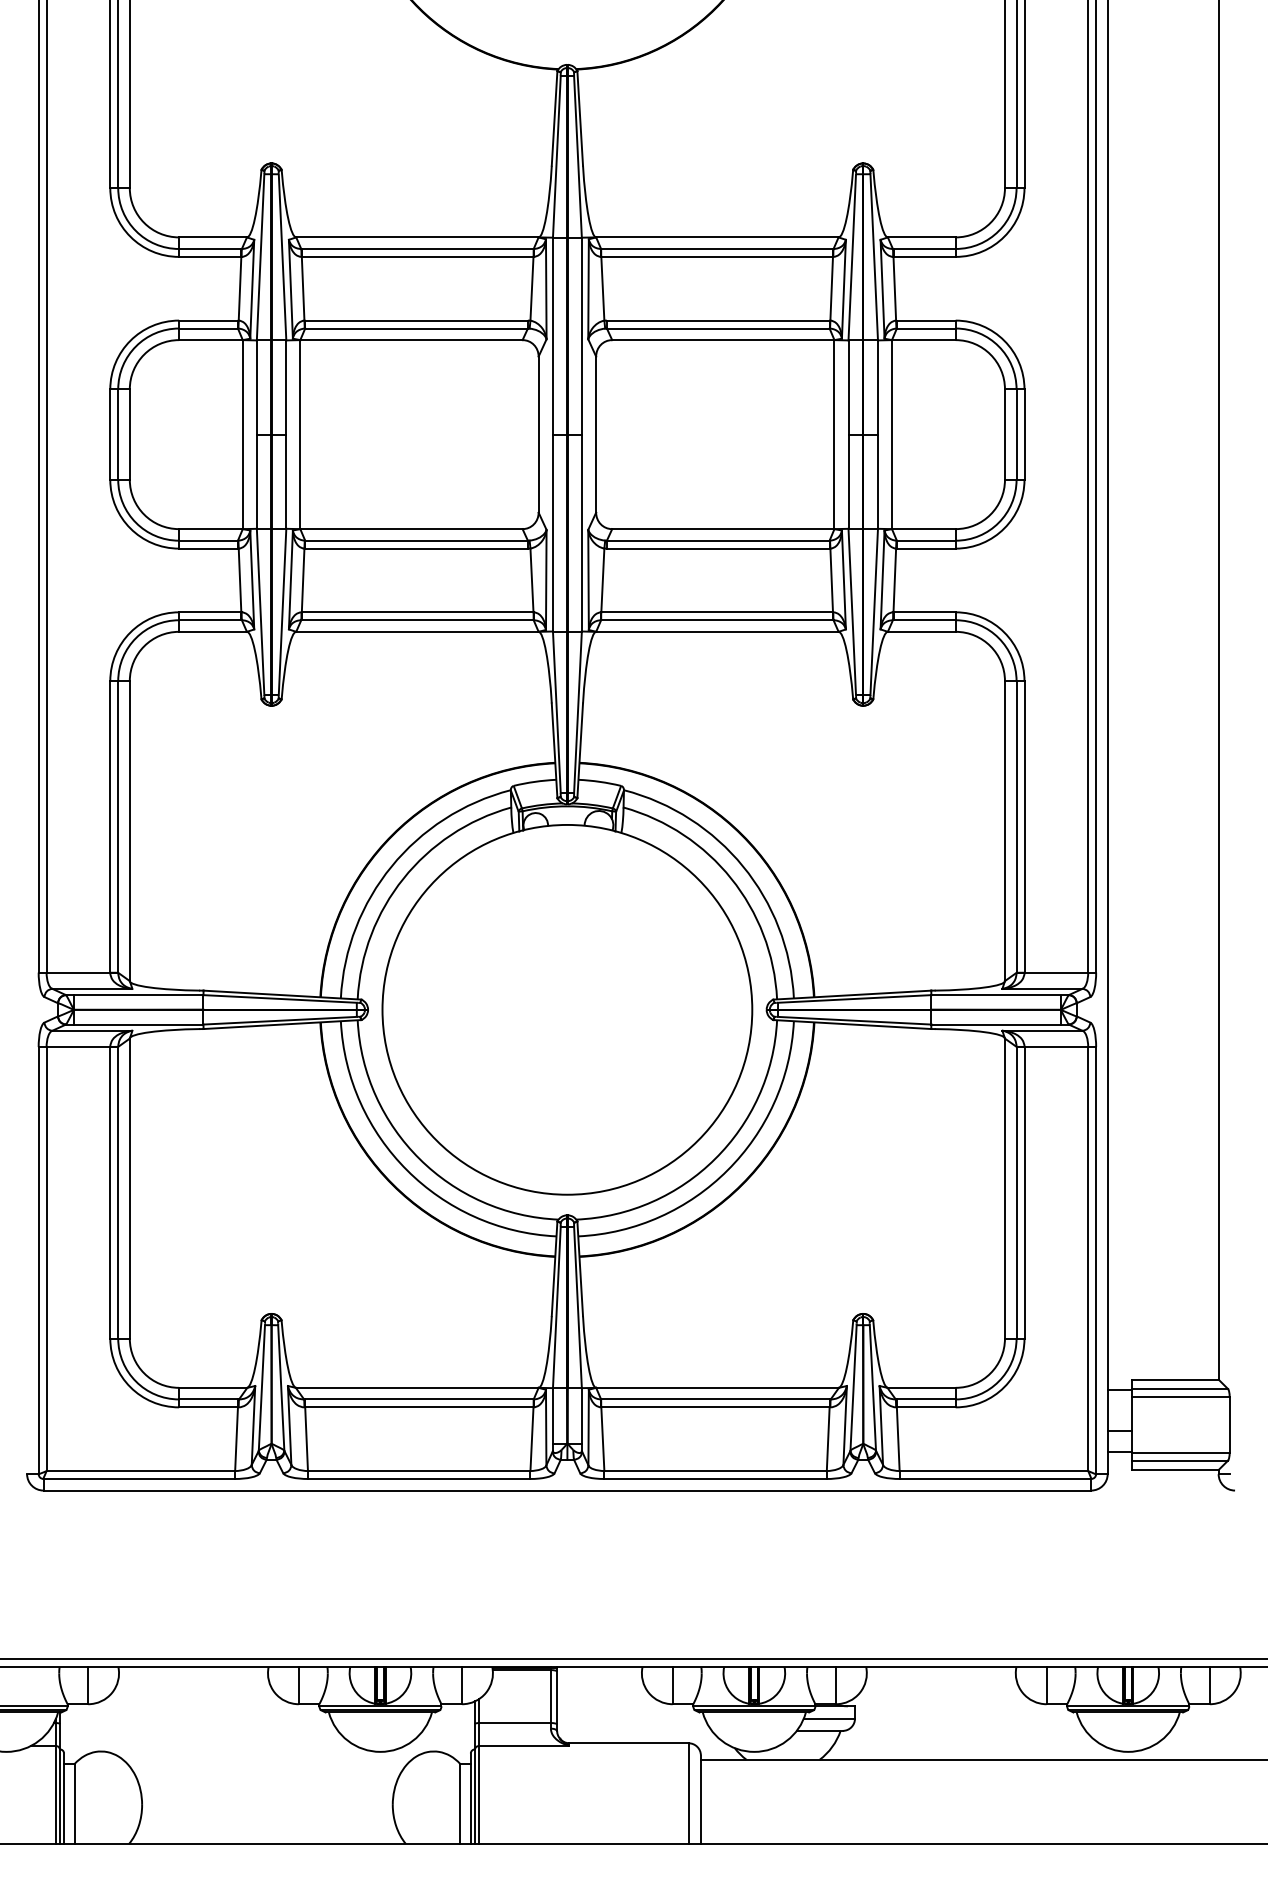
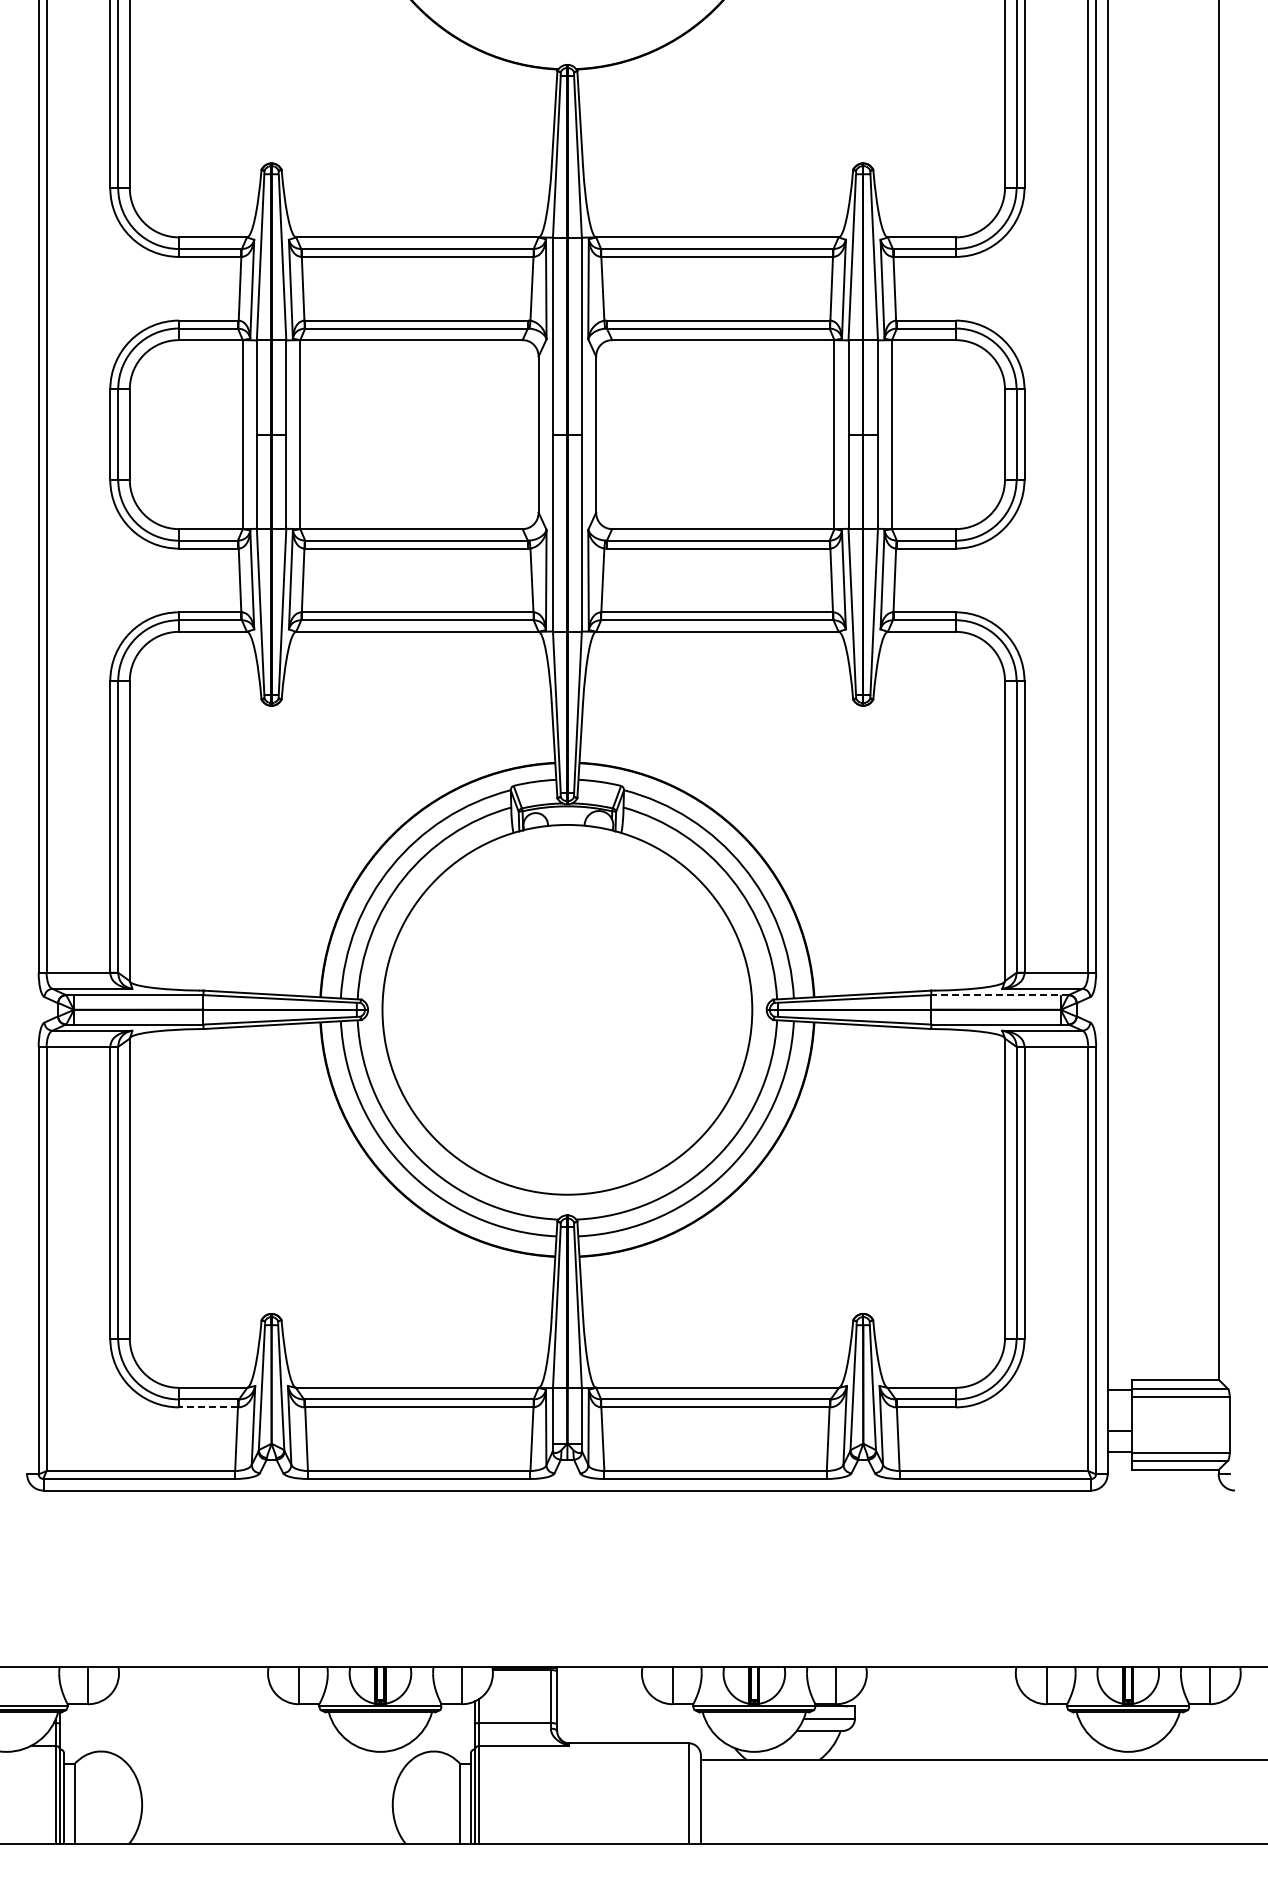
line at (1000, 995): solid -> dashed
line at (208, 1407): solid -> dashed
line at (633, 1659): present -> none
